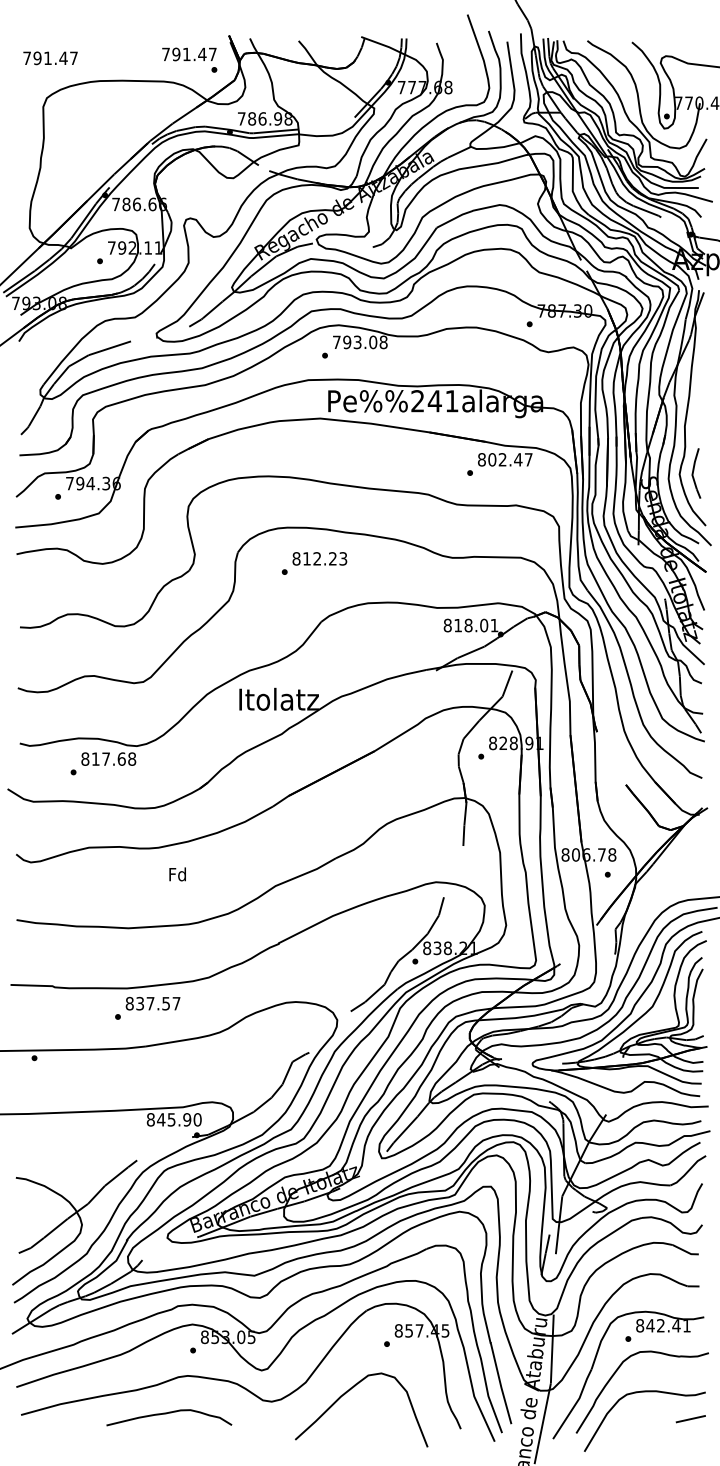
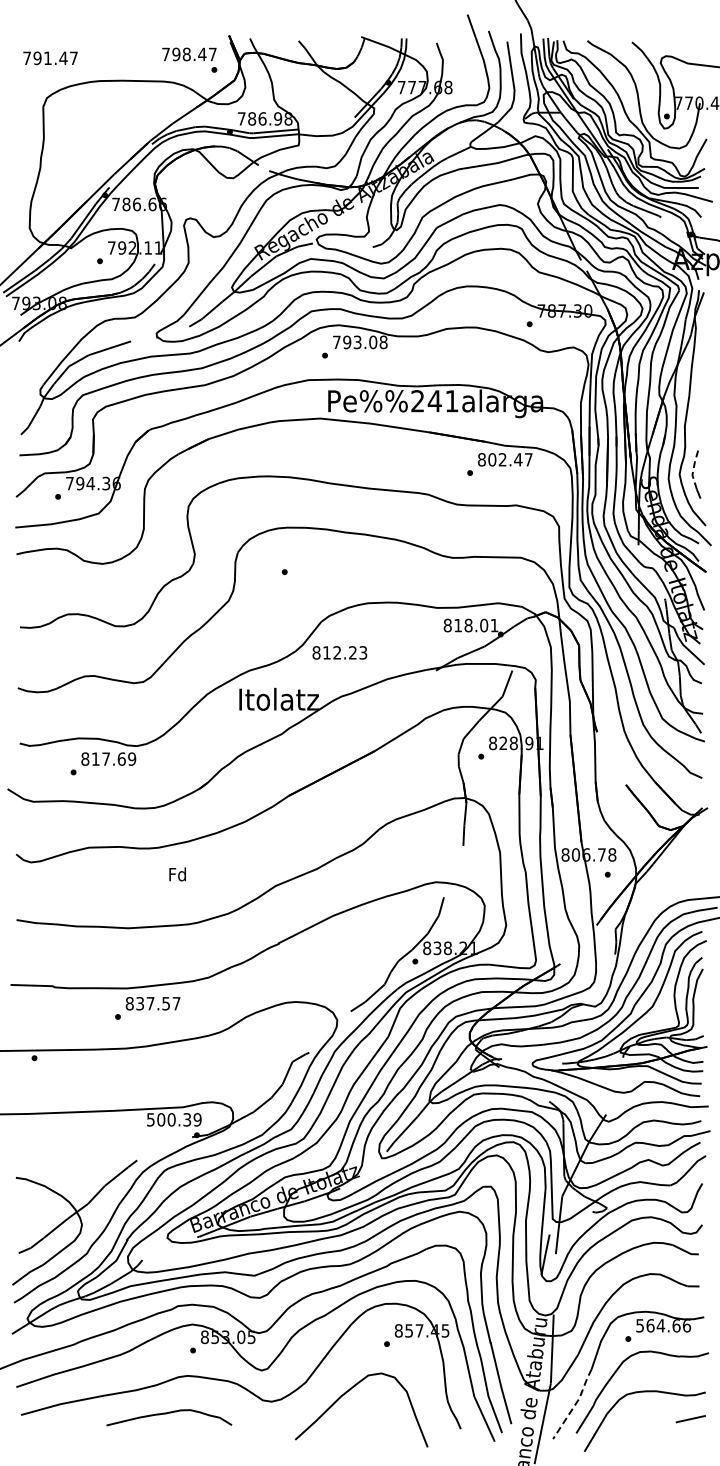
text at (186, 54): 791.47 -> 798.47
line at (693, 468): solid -> dashed
text at (319, 558) position: (319, 558) -> (339, 652)
text at (132, 758): 817.68 -> 817.69
text at (173, 1119): 845.90 -> 500.39
text at (663, 1325): 842.41 -> 564.66
line at (575, 1404): solid -> dashed
